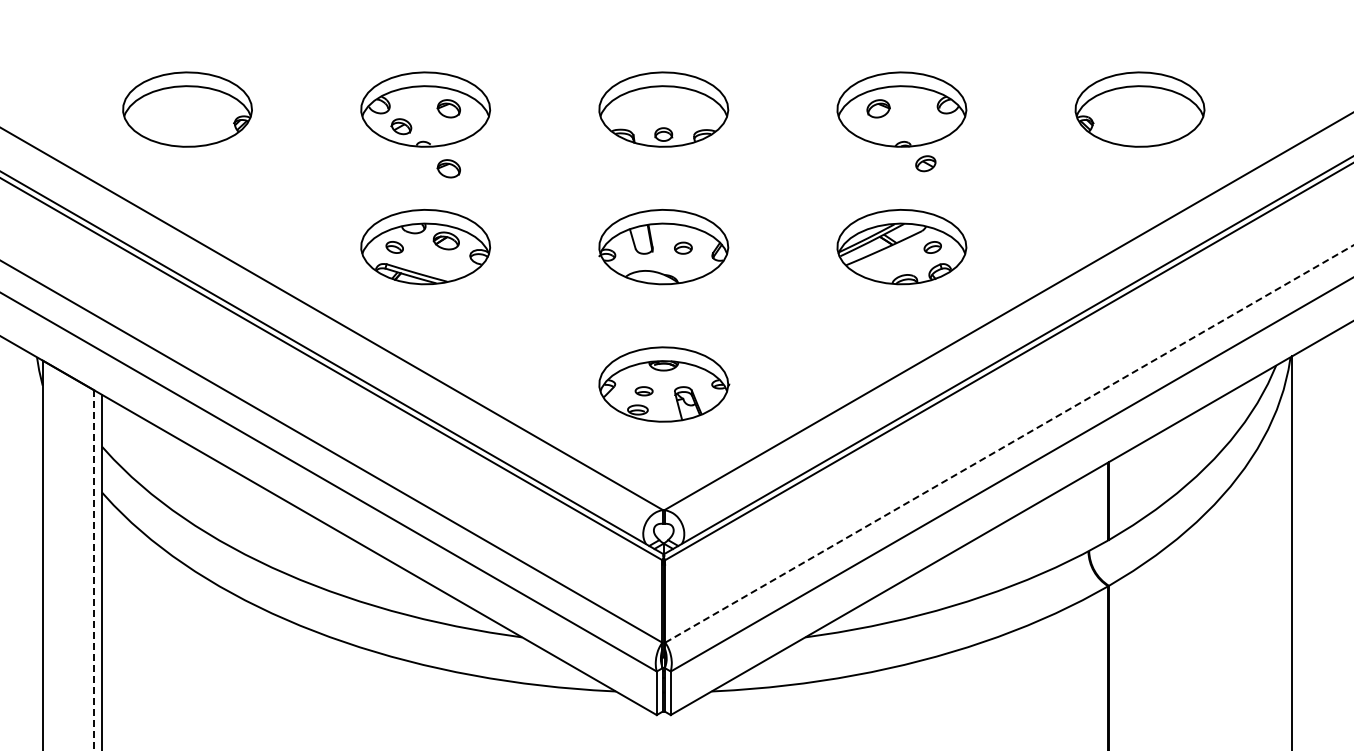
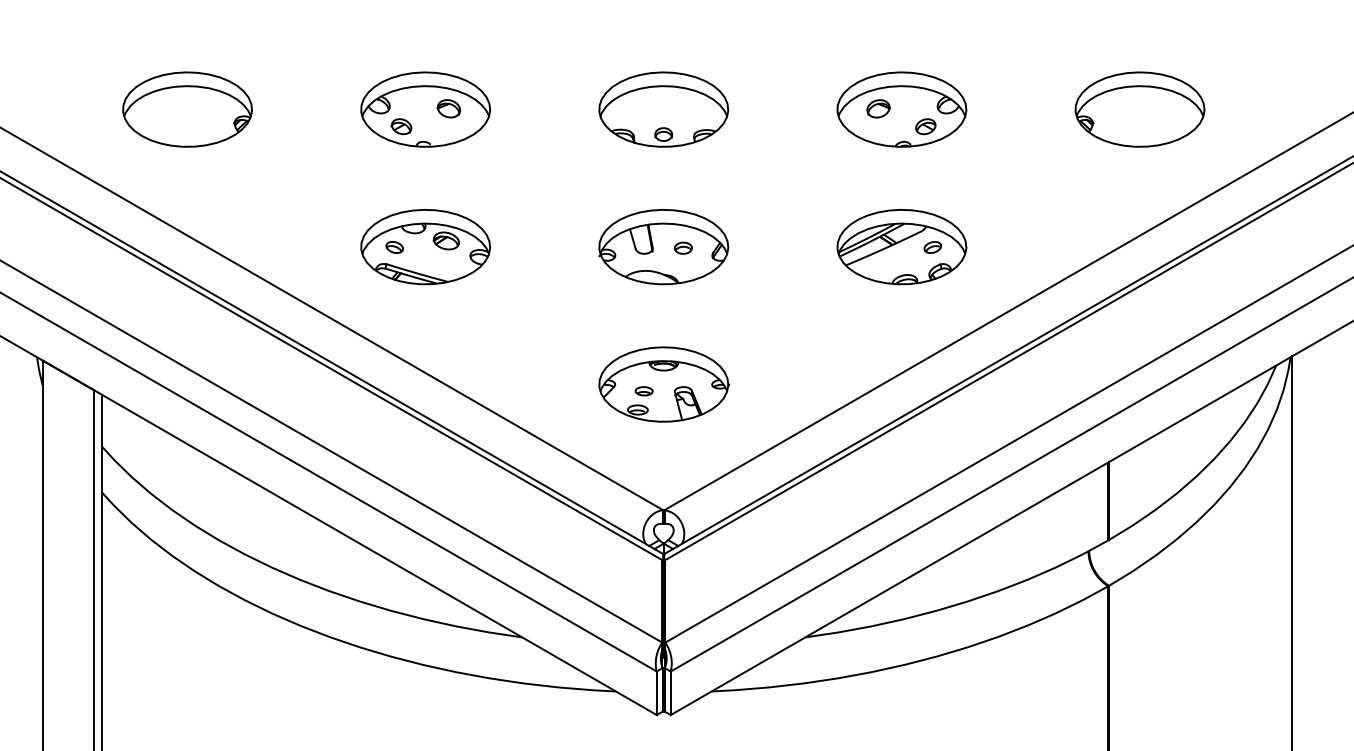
part at (925, 163) position: (925, 163) -> (925, 126)
part at (448, 168): present -> none
line at (1009, 443): dashed -> solid
line at (94, 571): dashed -> solid
